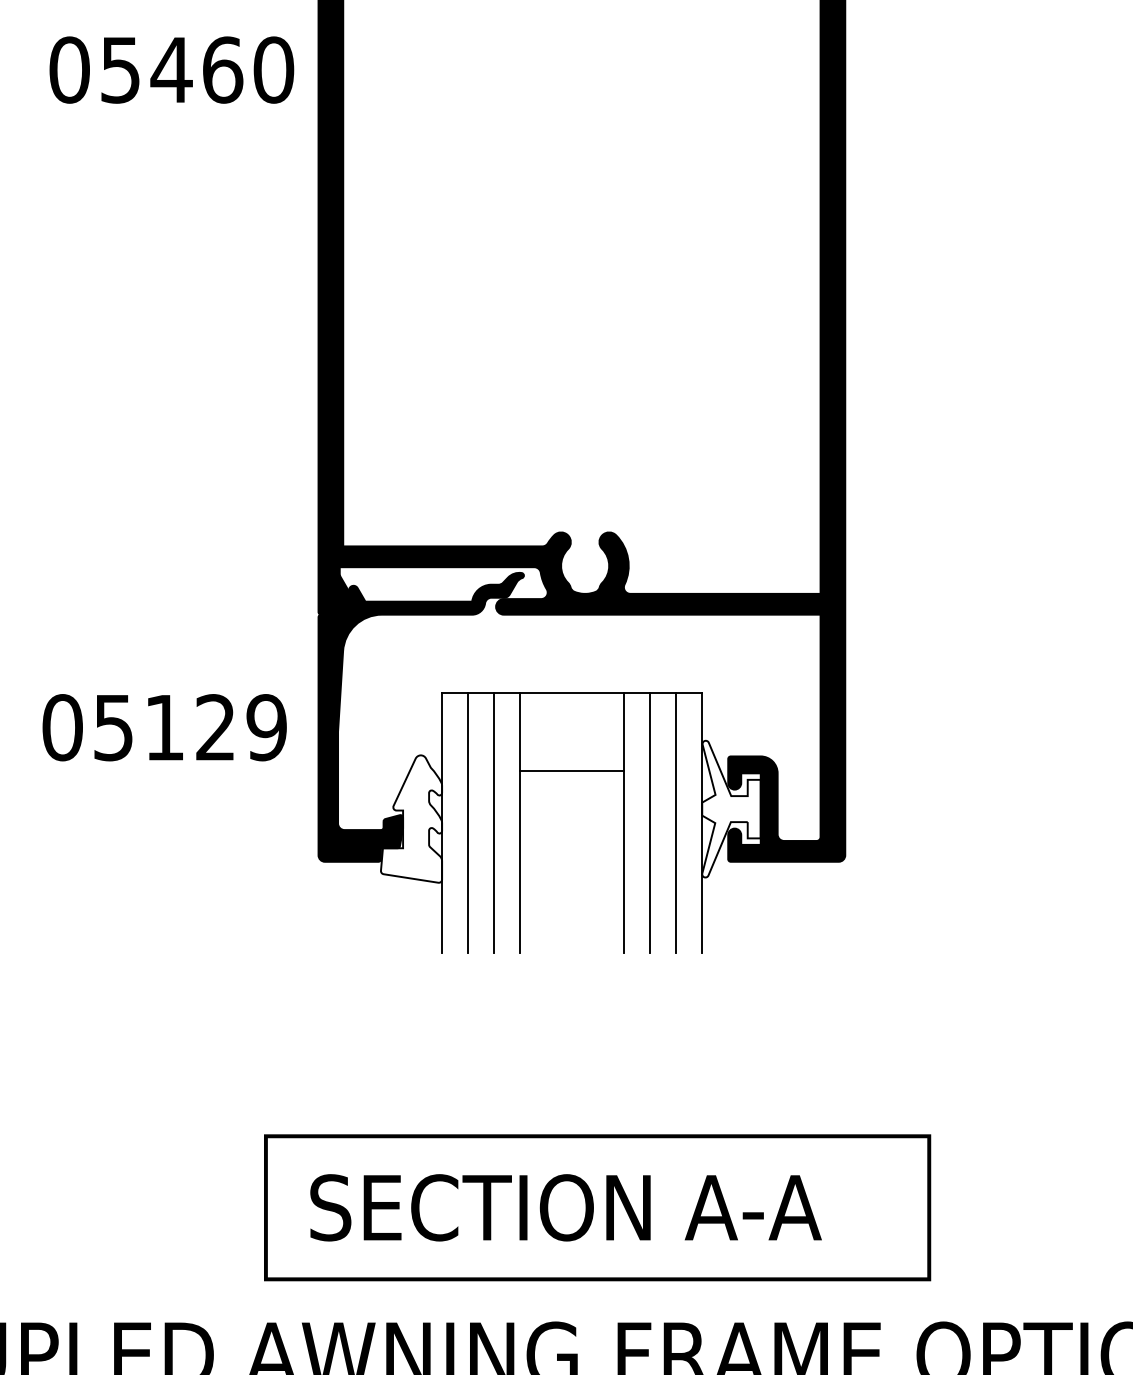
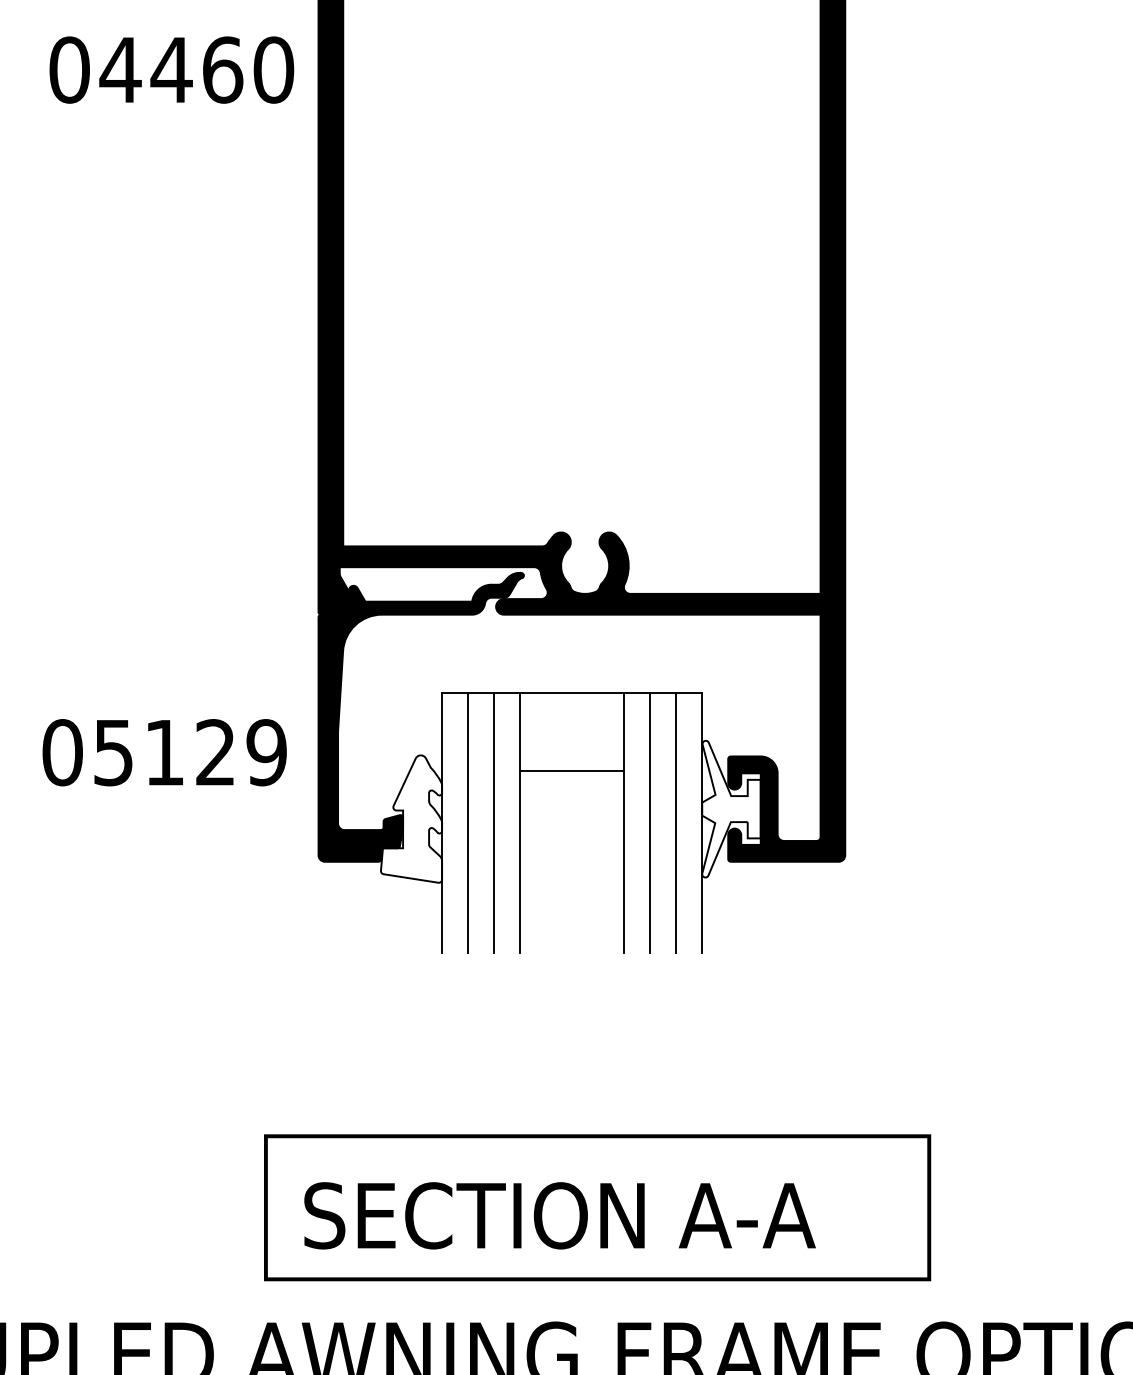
text at (120, 70): 05460 -> 04460
text at (164, 727) position: (164, 727) -> (164, 752)
text at (565, 1207) position: (565, 1207) -> (559, 1215)
